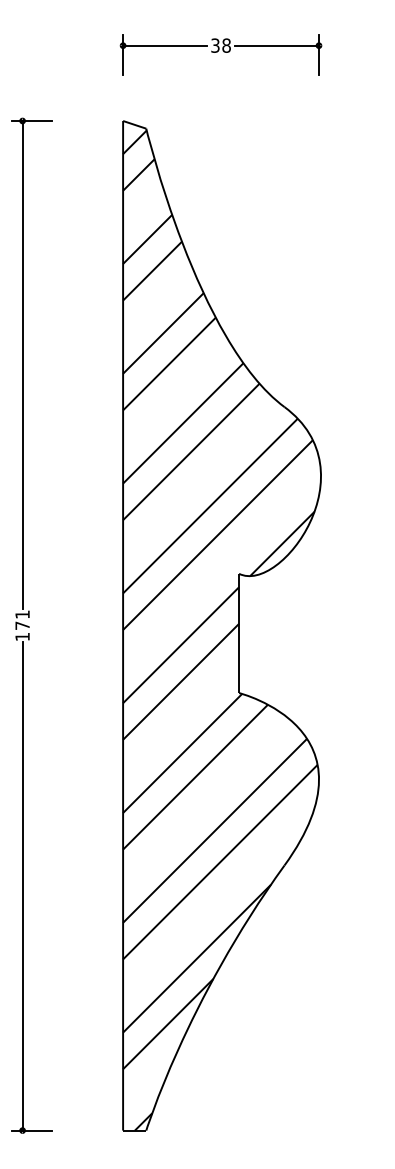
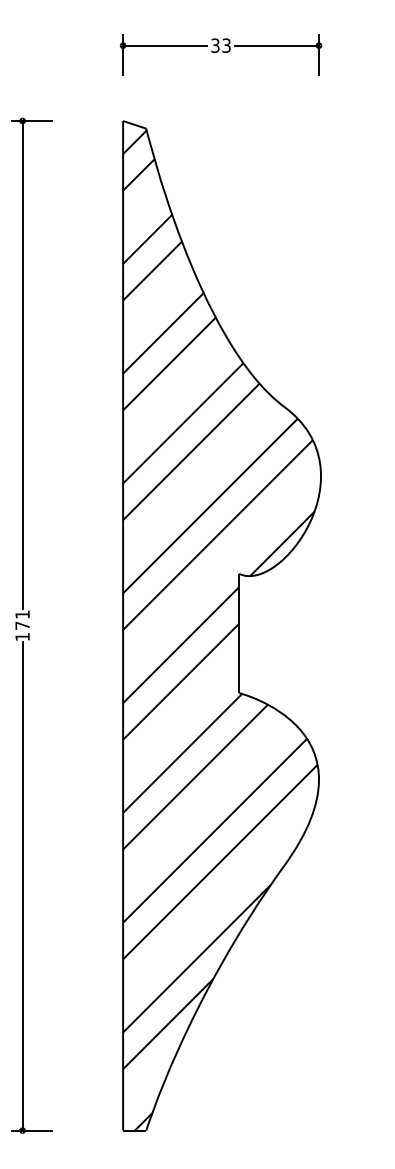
text at (226, 45): 38 -> 33
